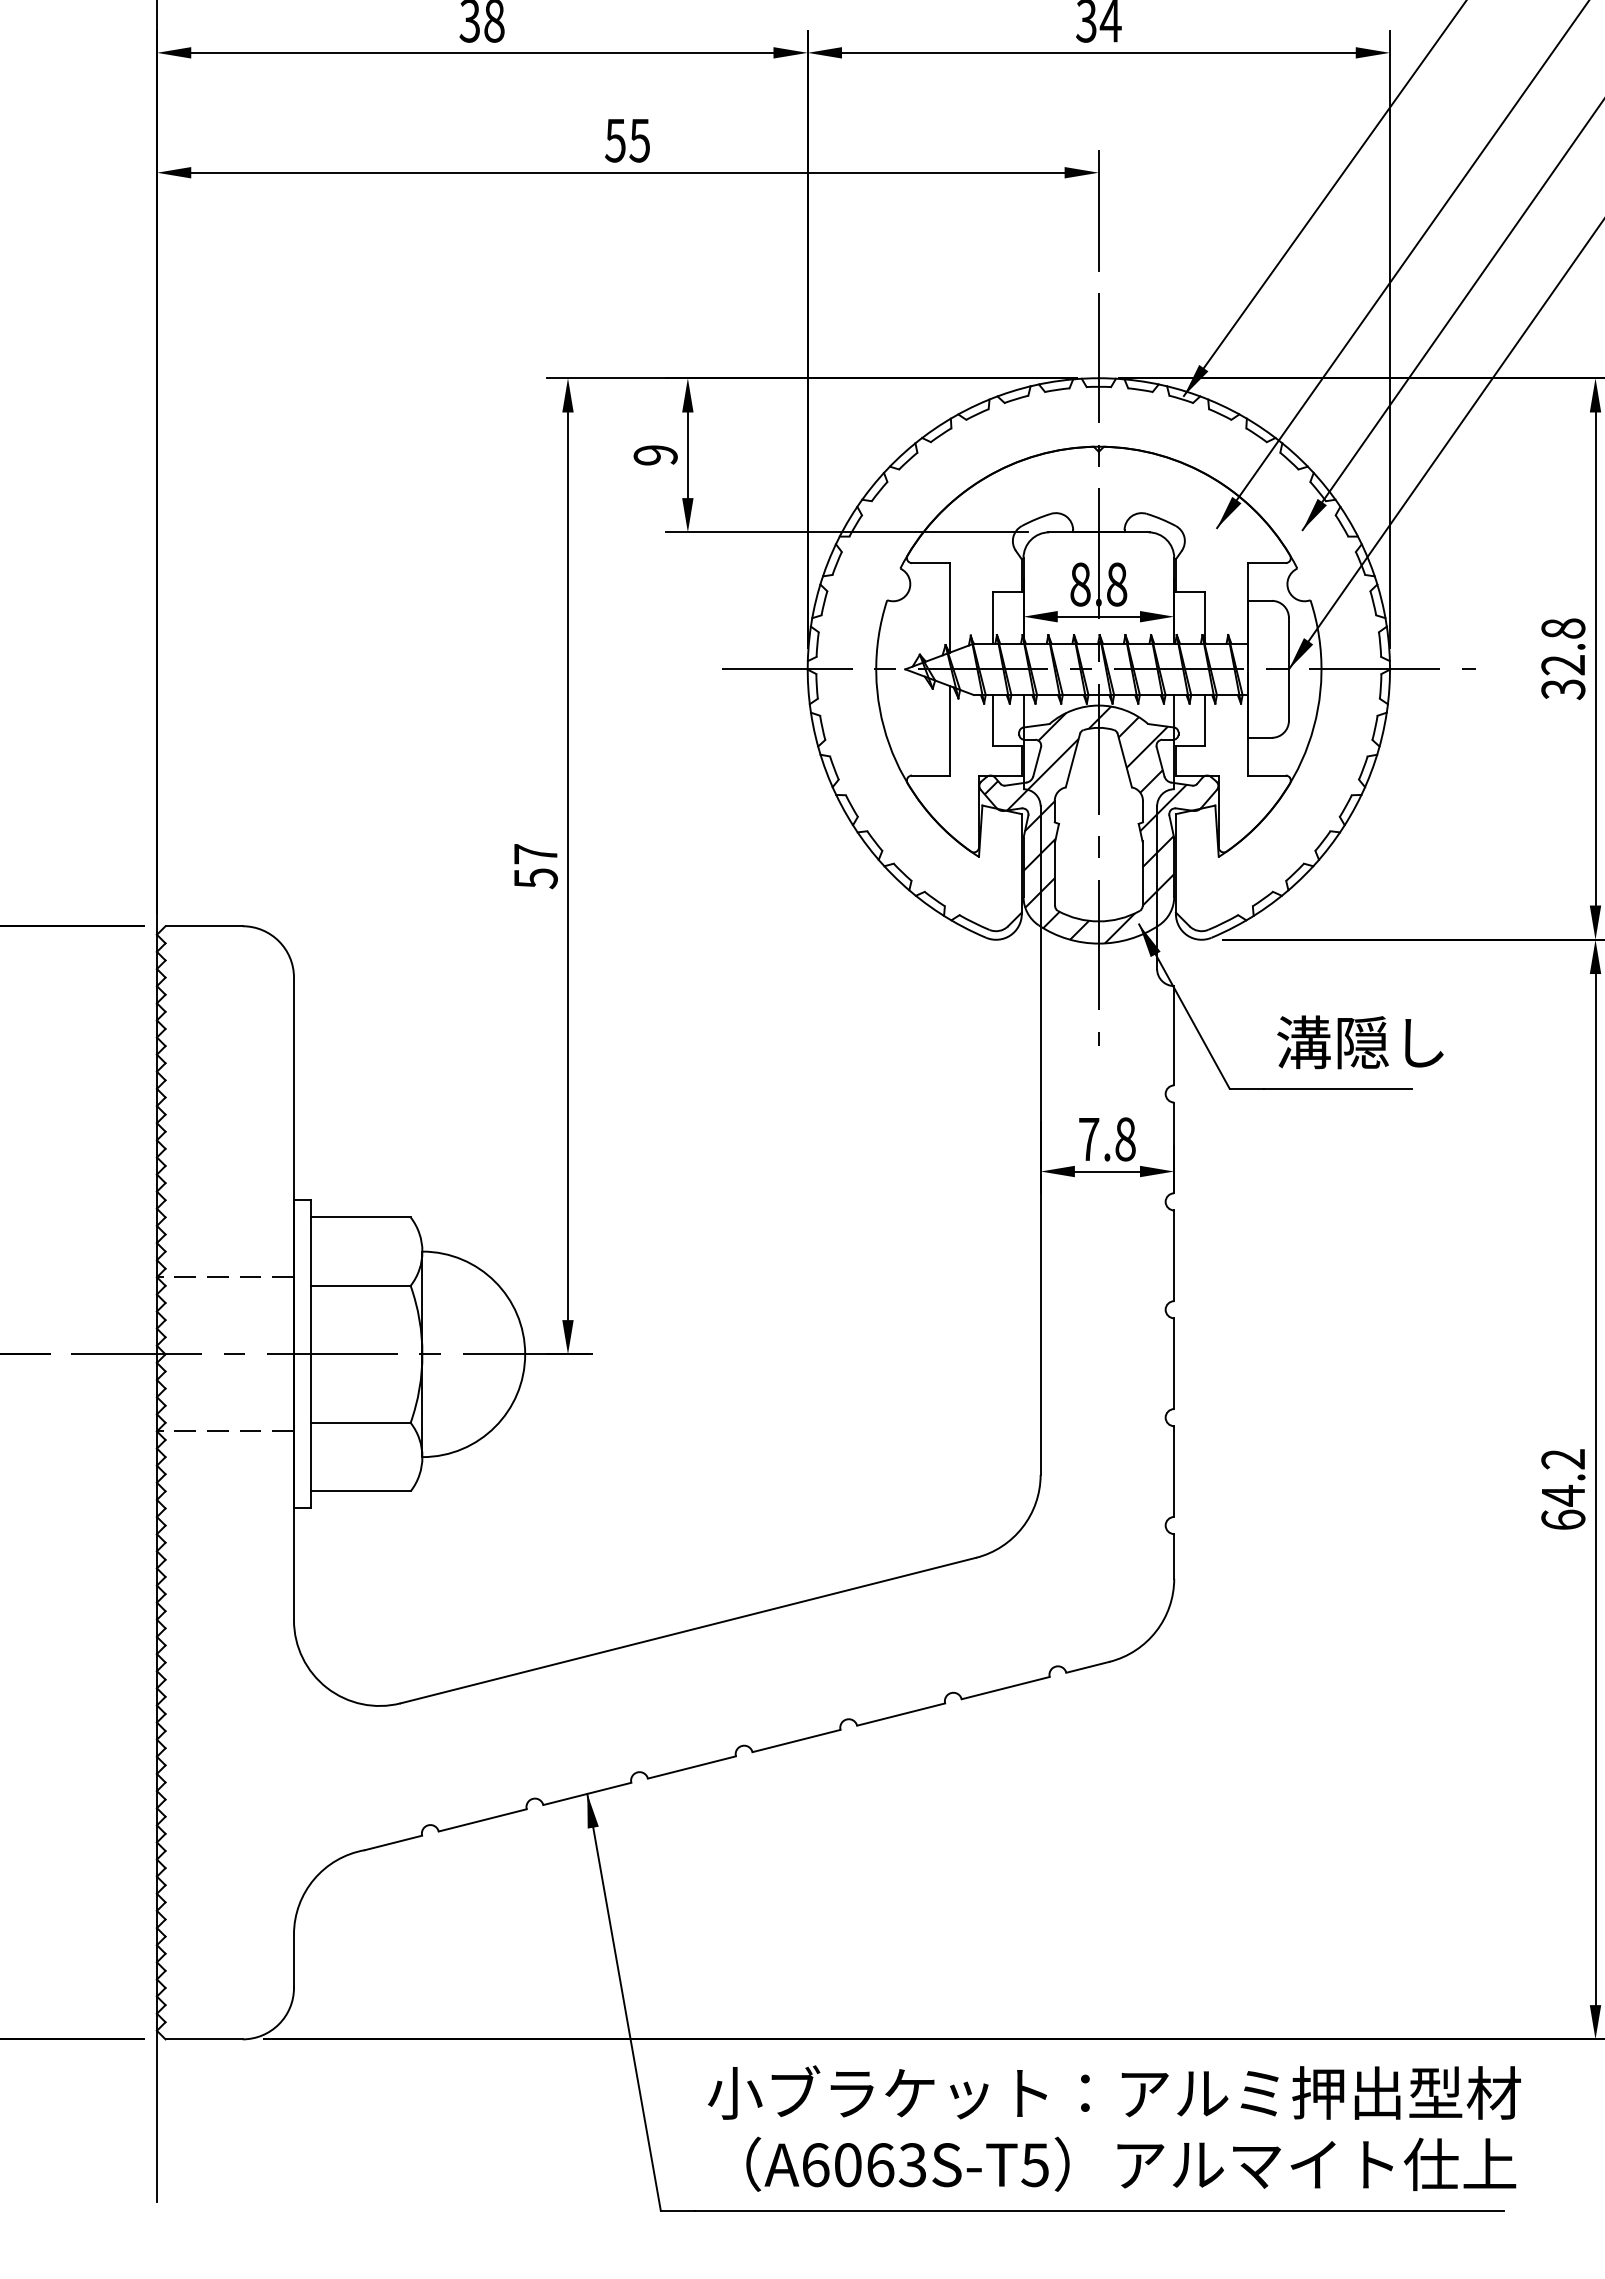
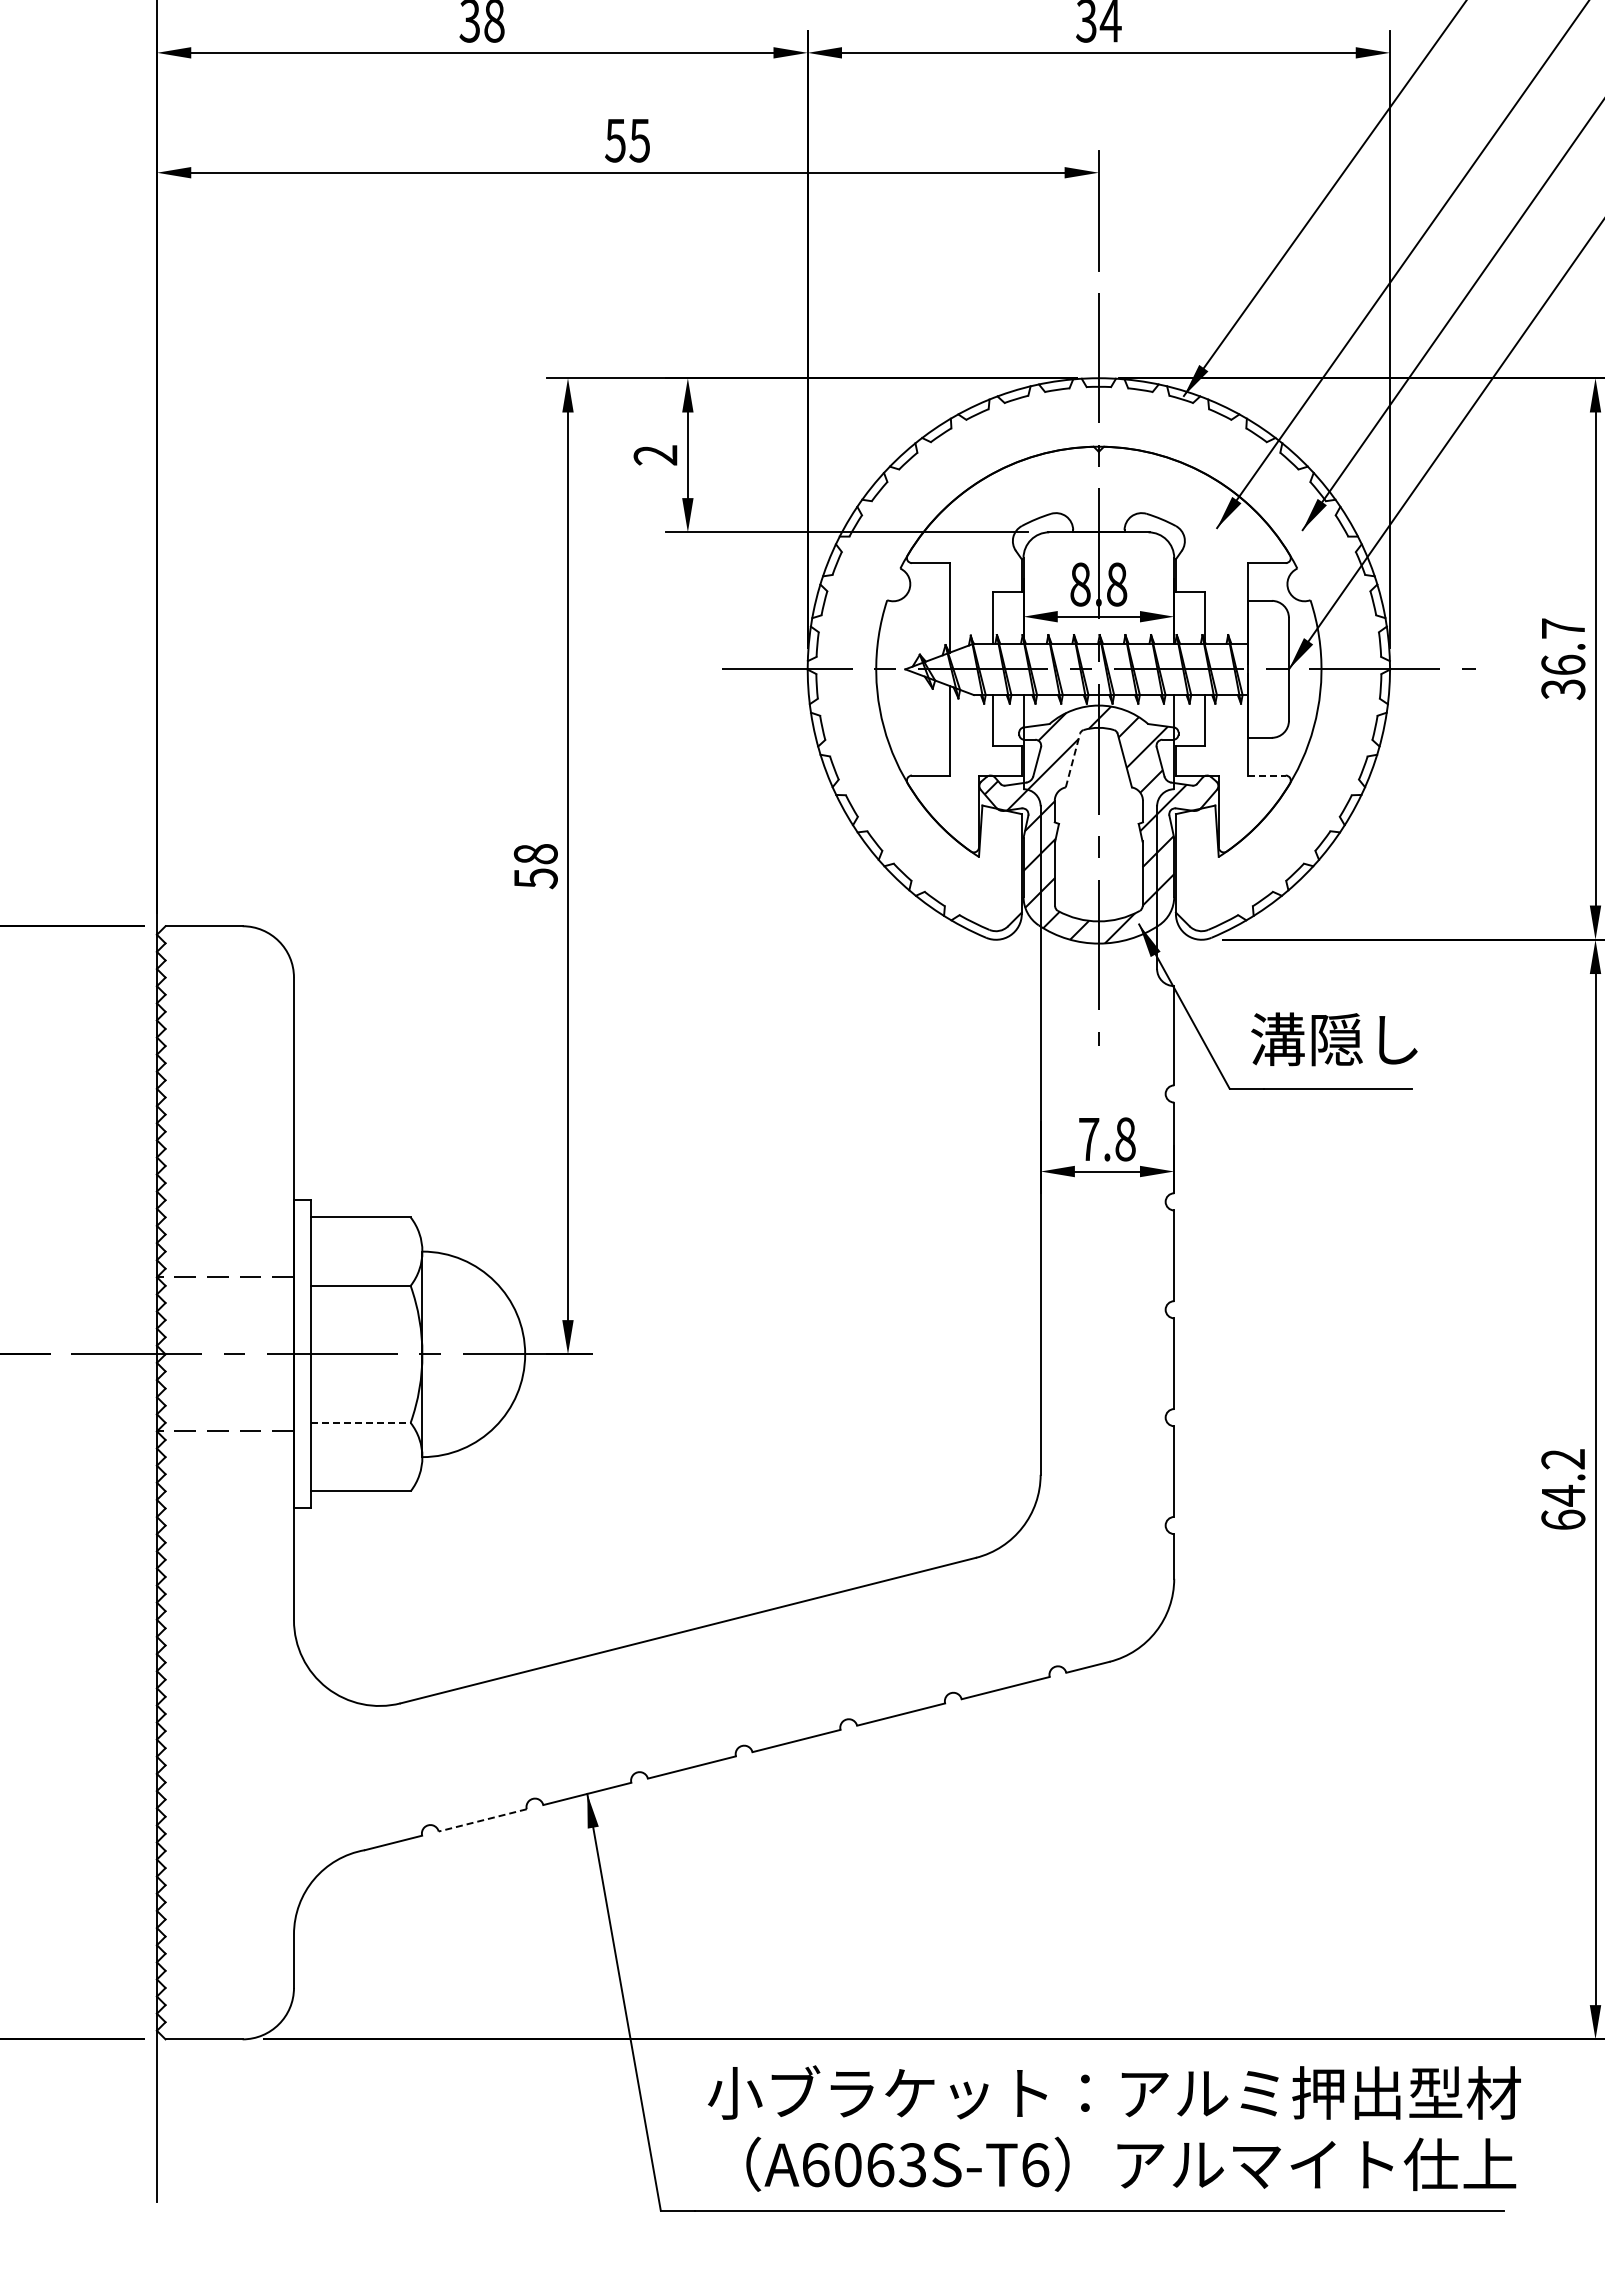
text at (655, 455): 9 -> 2
text at (1563, 646): 32.8 -> 36.7
line at (1072, 760): solid -> dashed
line at (1266, 775): solid -> dashed
text at (535, 854): 57 -> 58
text at (1360, 1042) position: (1360, 1042) -> (1334, 1039)
line at (360, 1422): solid -> dashed
line at (482, 1820): solid -> dashed
text at (1035, 2165): A6063S-T5 -> A6063S-T6
